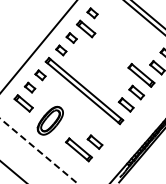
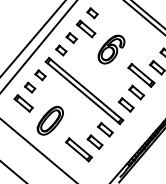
line at (32, 38): none -> present
part at (111, 49): none -> present
part at (105, 129): none -> present
line at (39, 151): dashed -> solid
